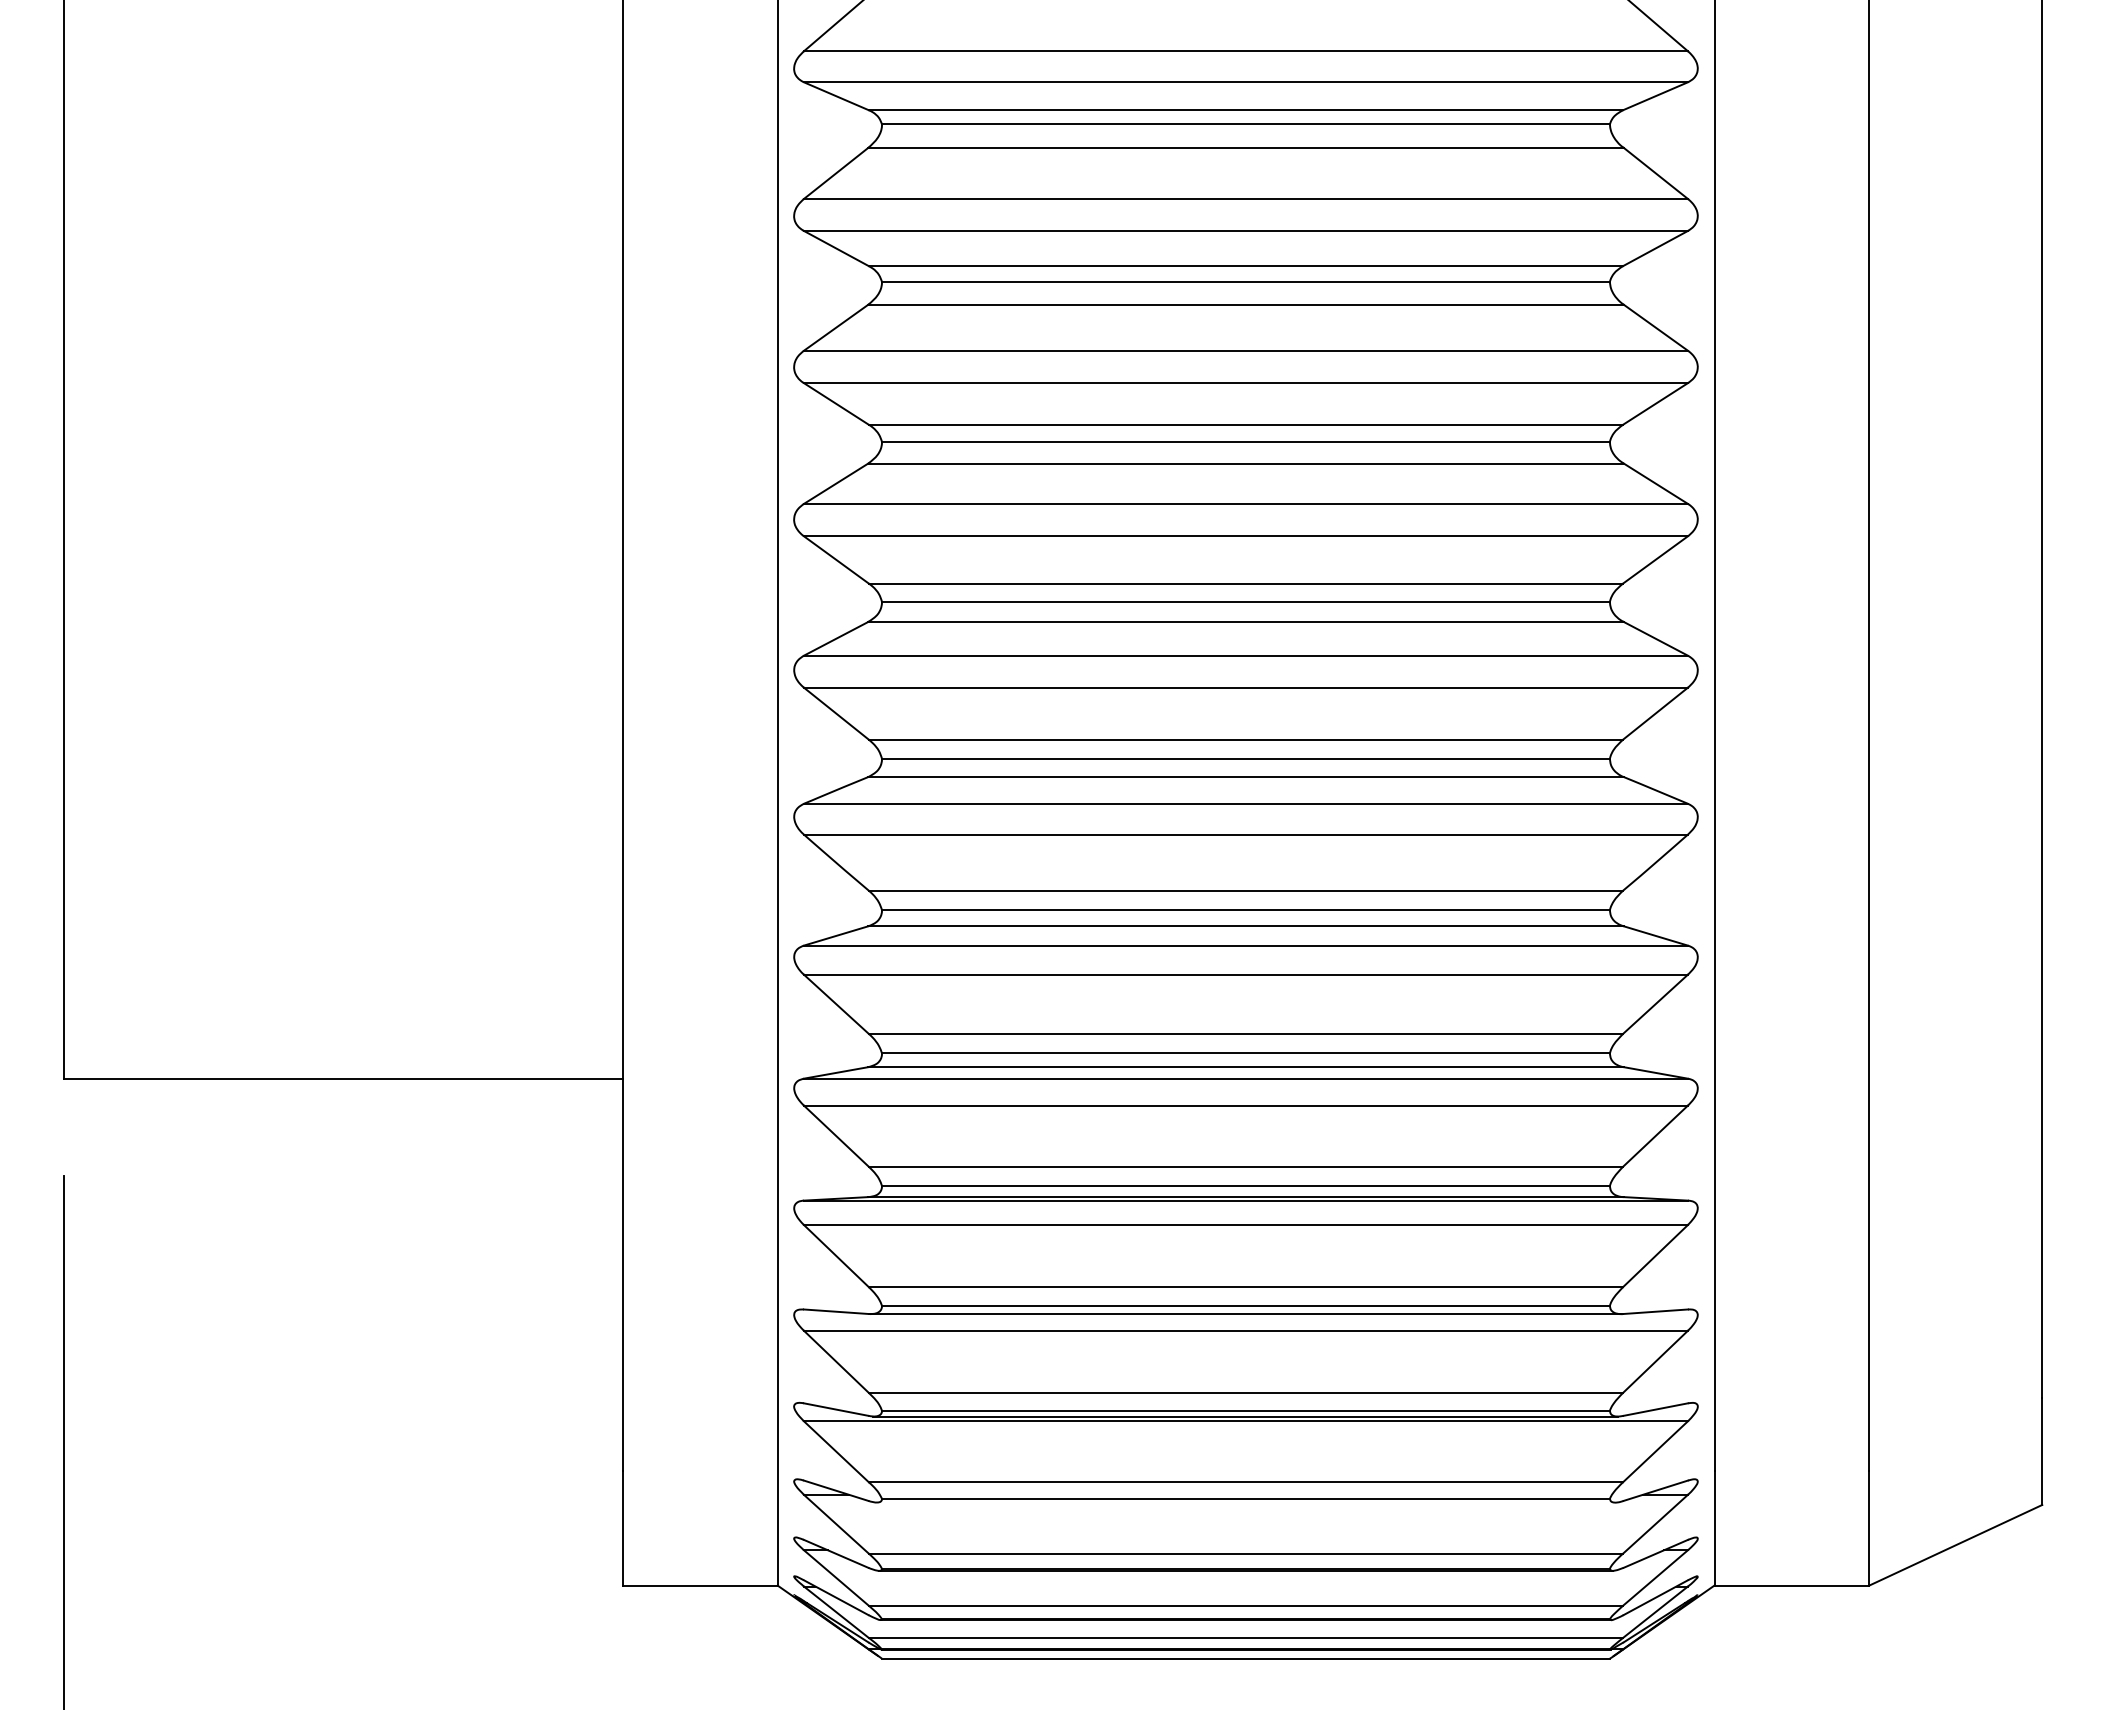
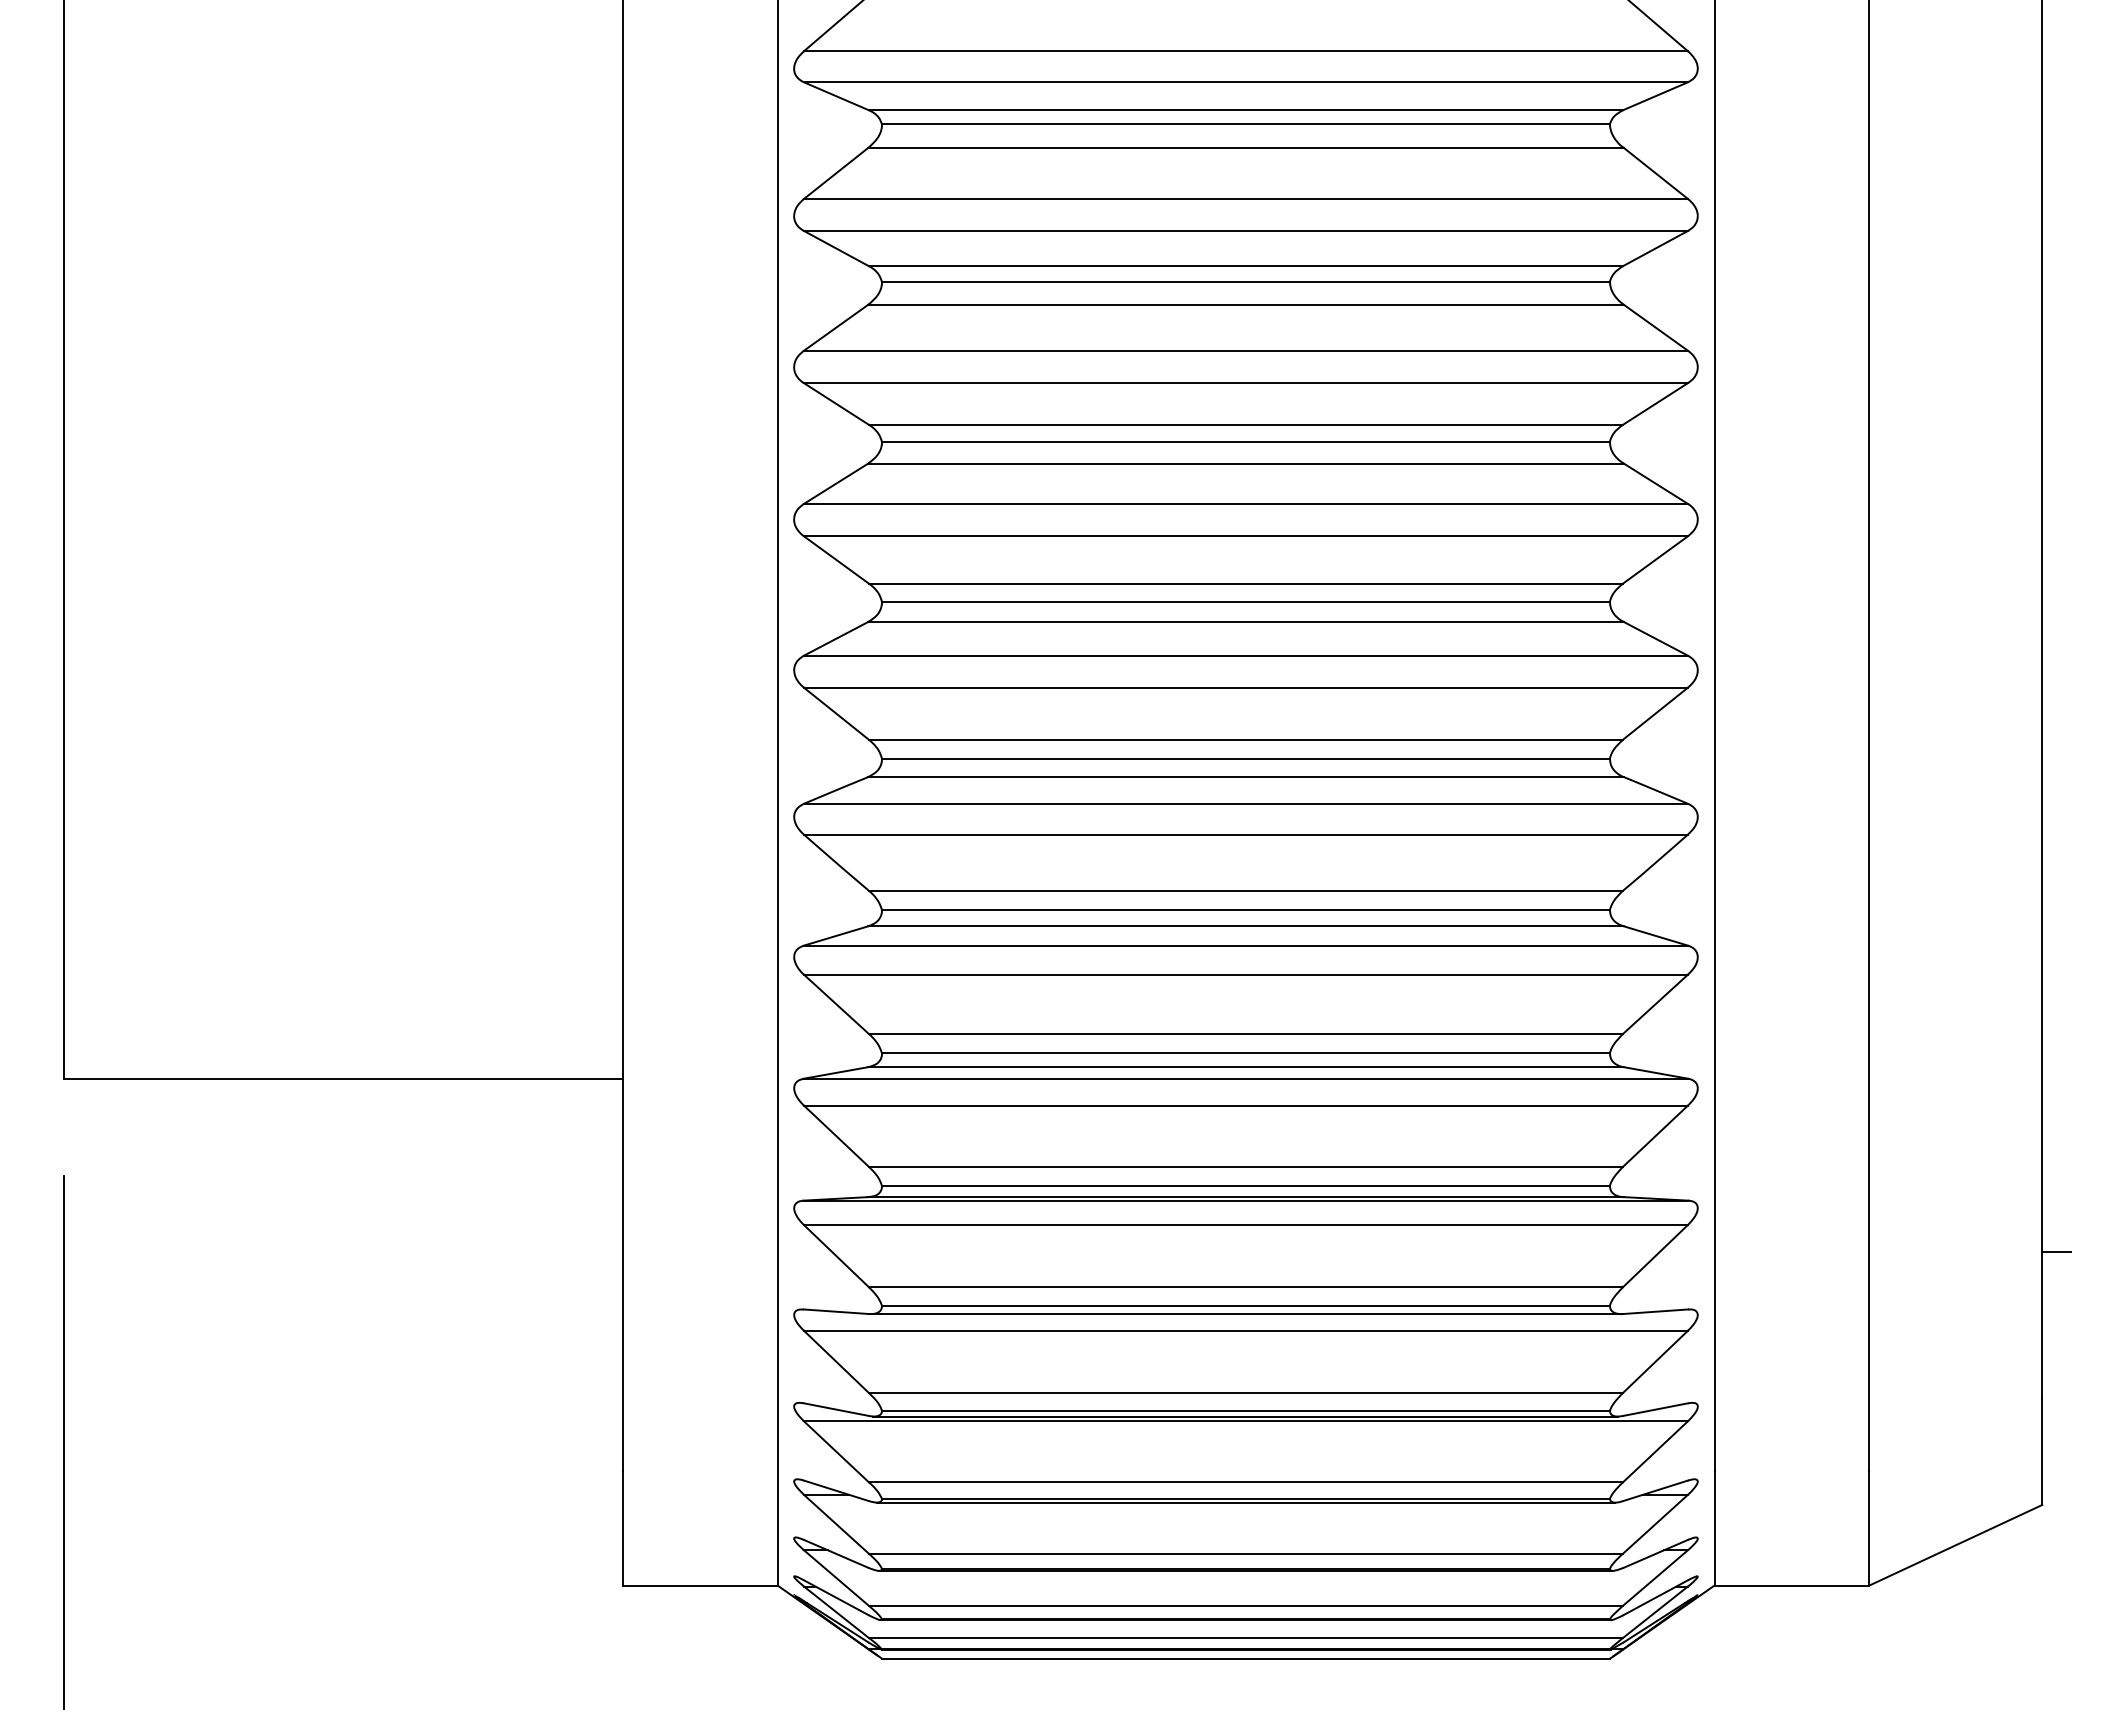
line at (2056, 1251): none -> present
line at (1245, 1502): none -> present
